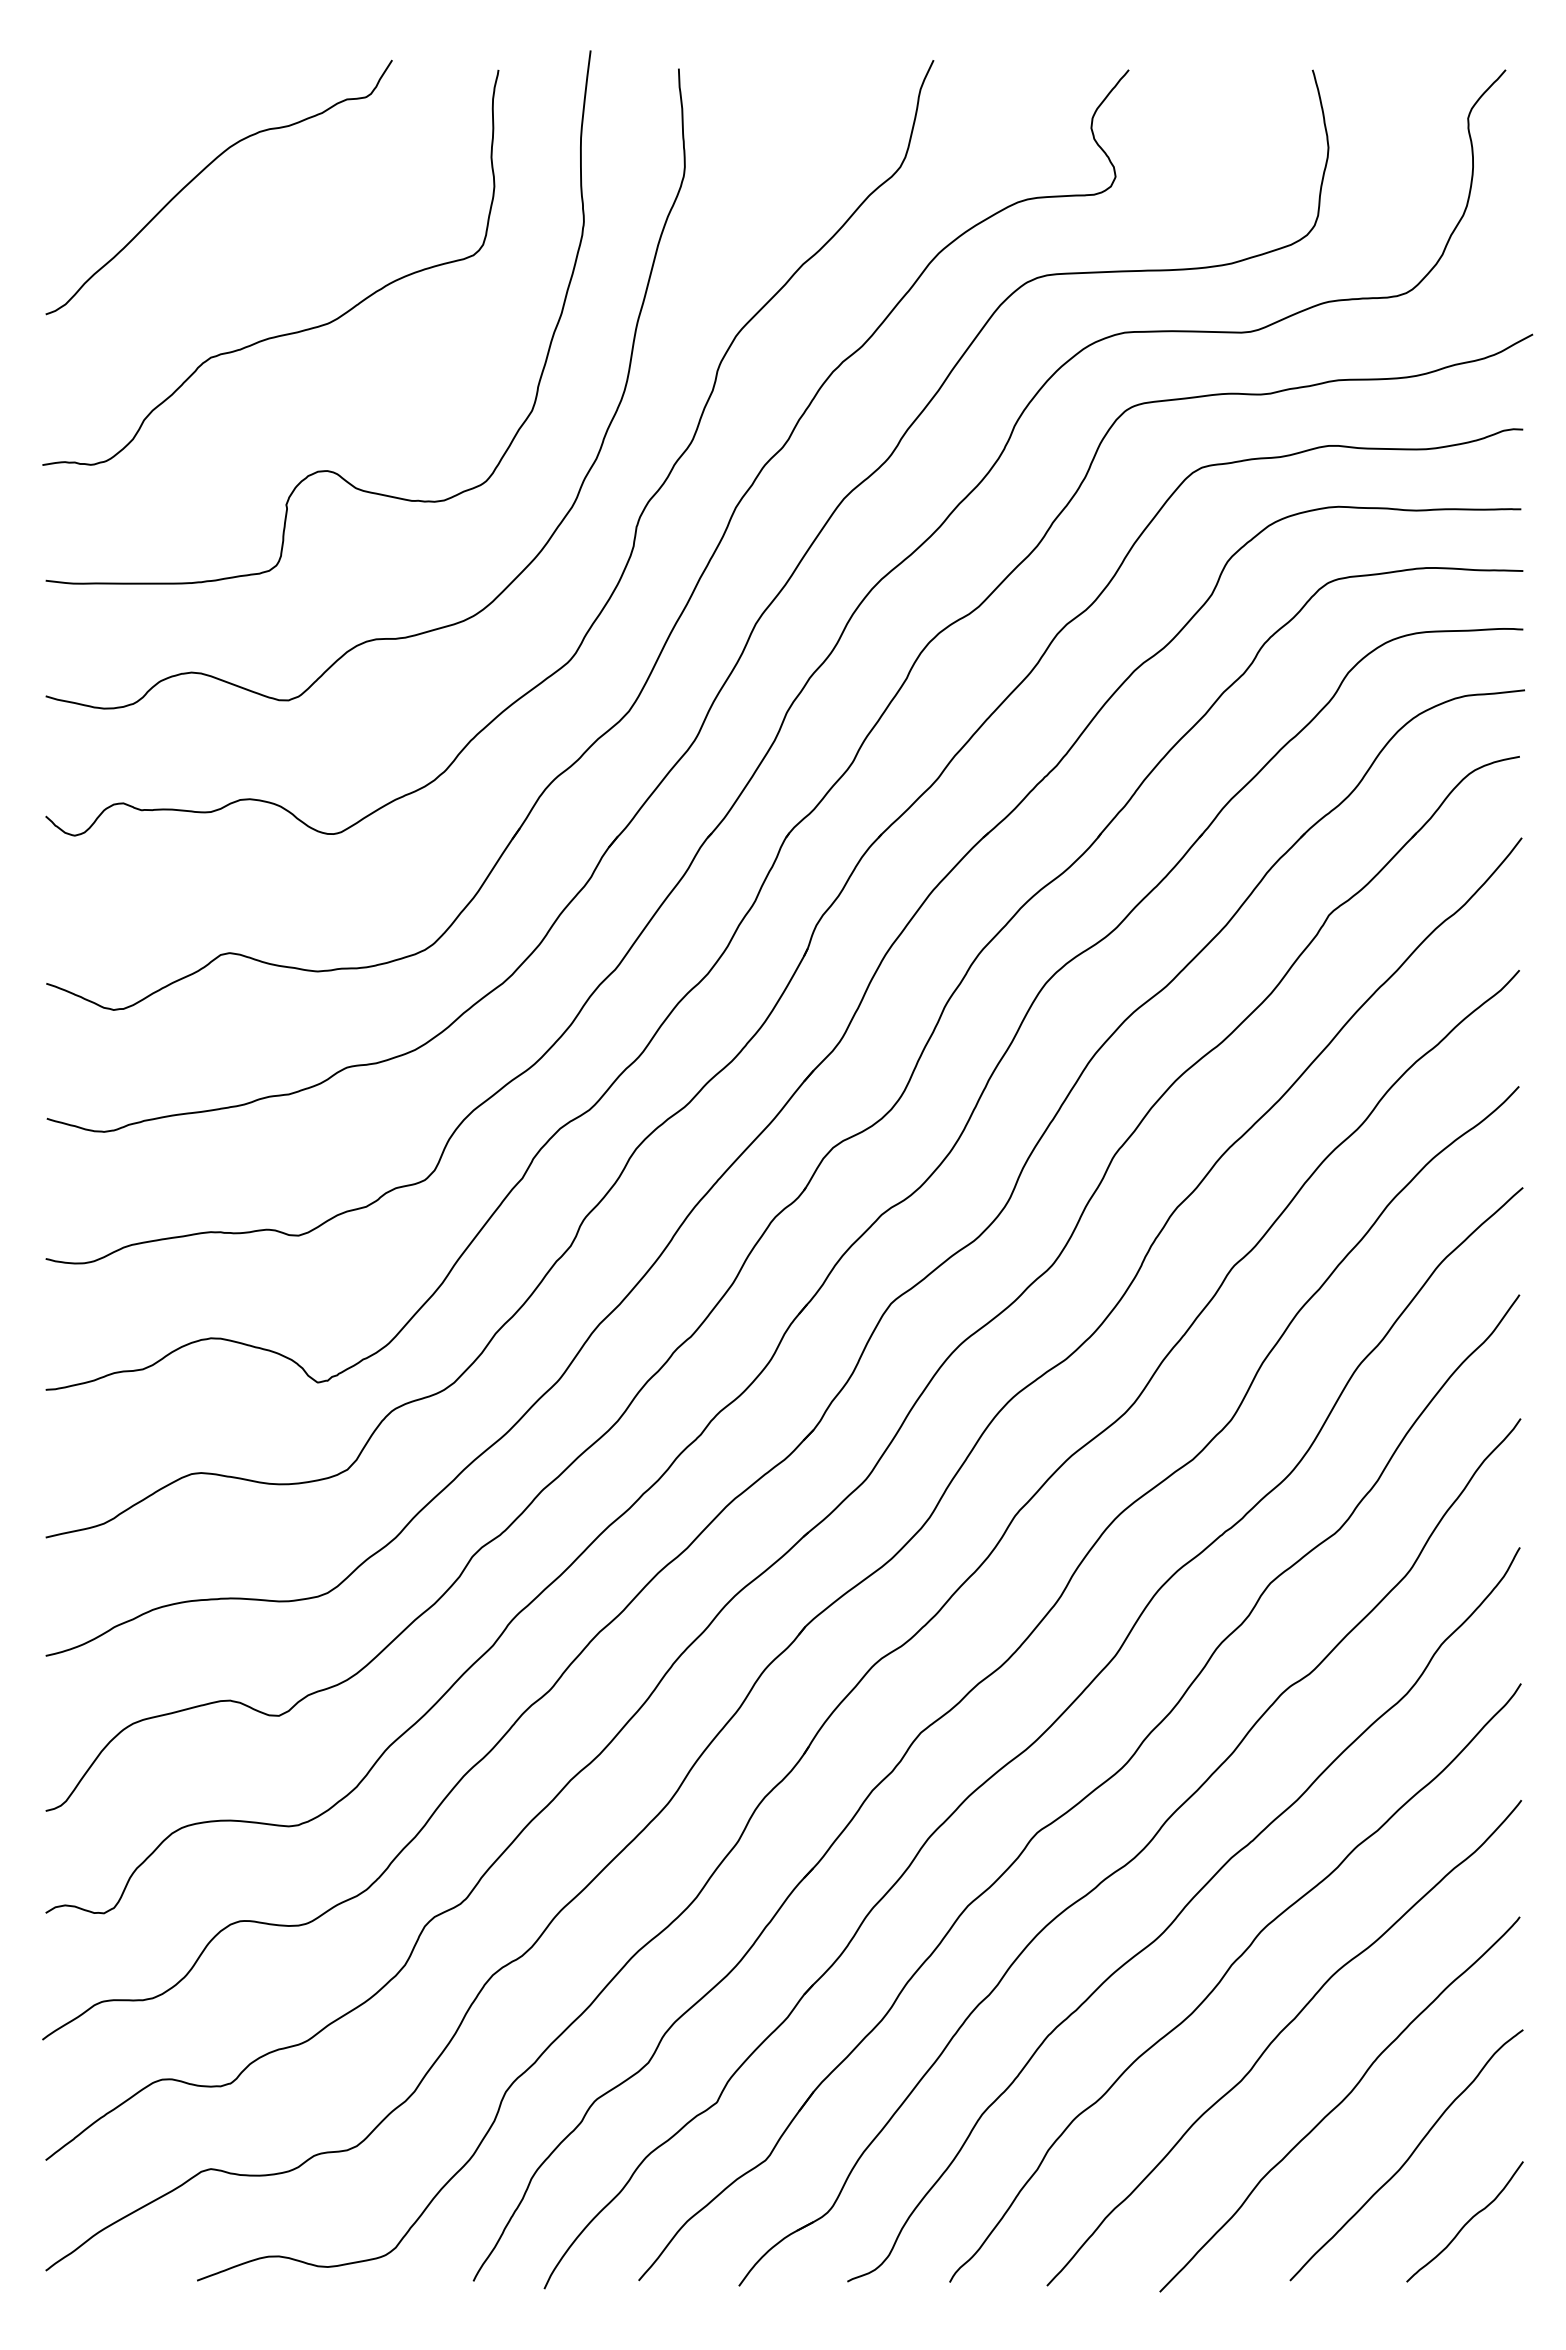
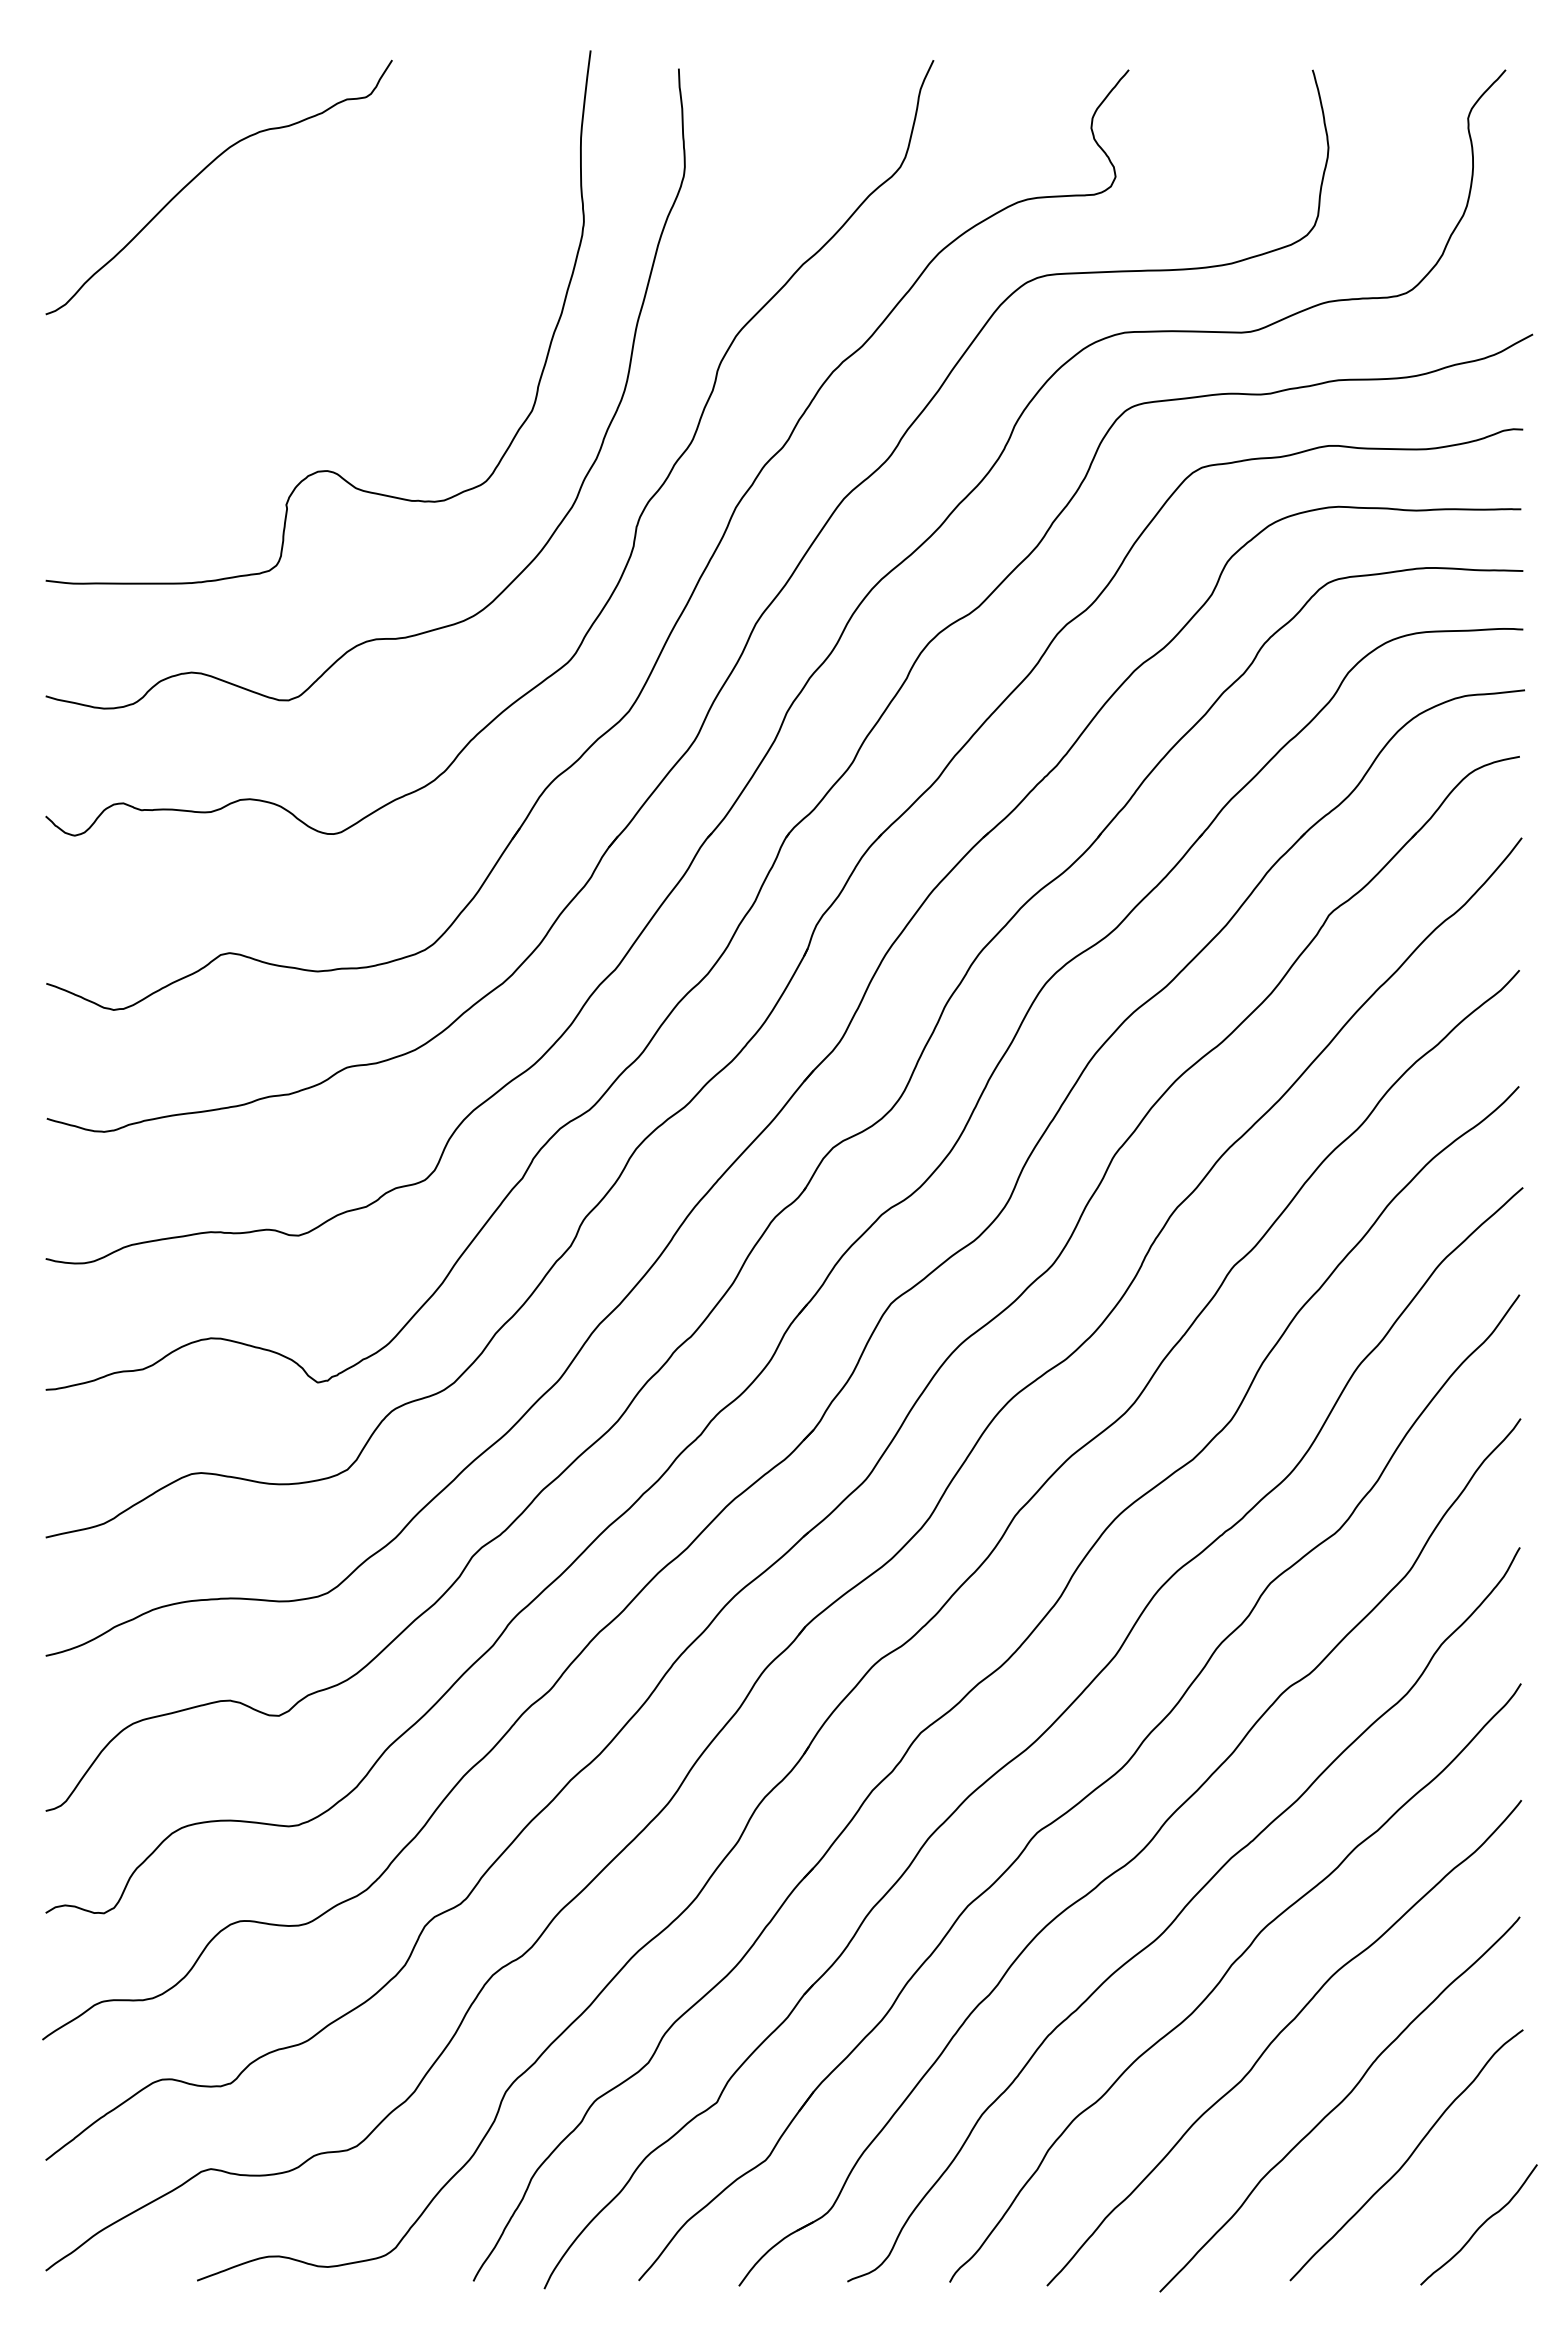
curve at (285, 333): present -> none
curve at (1466, 2222) position: (1466, 2222) -> (1480, 2225)
